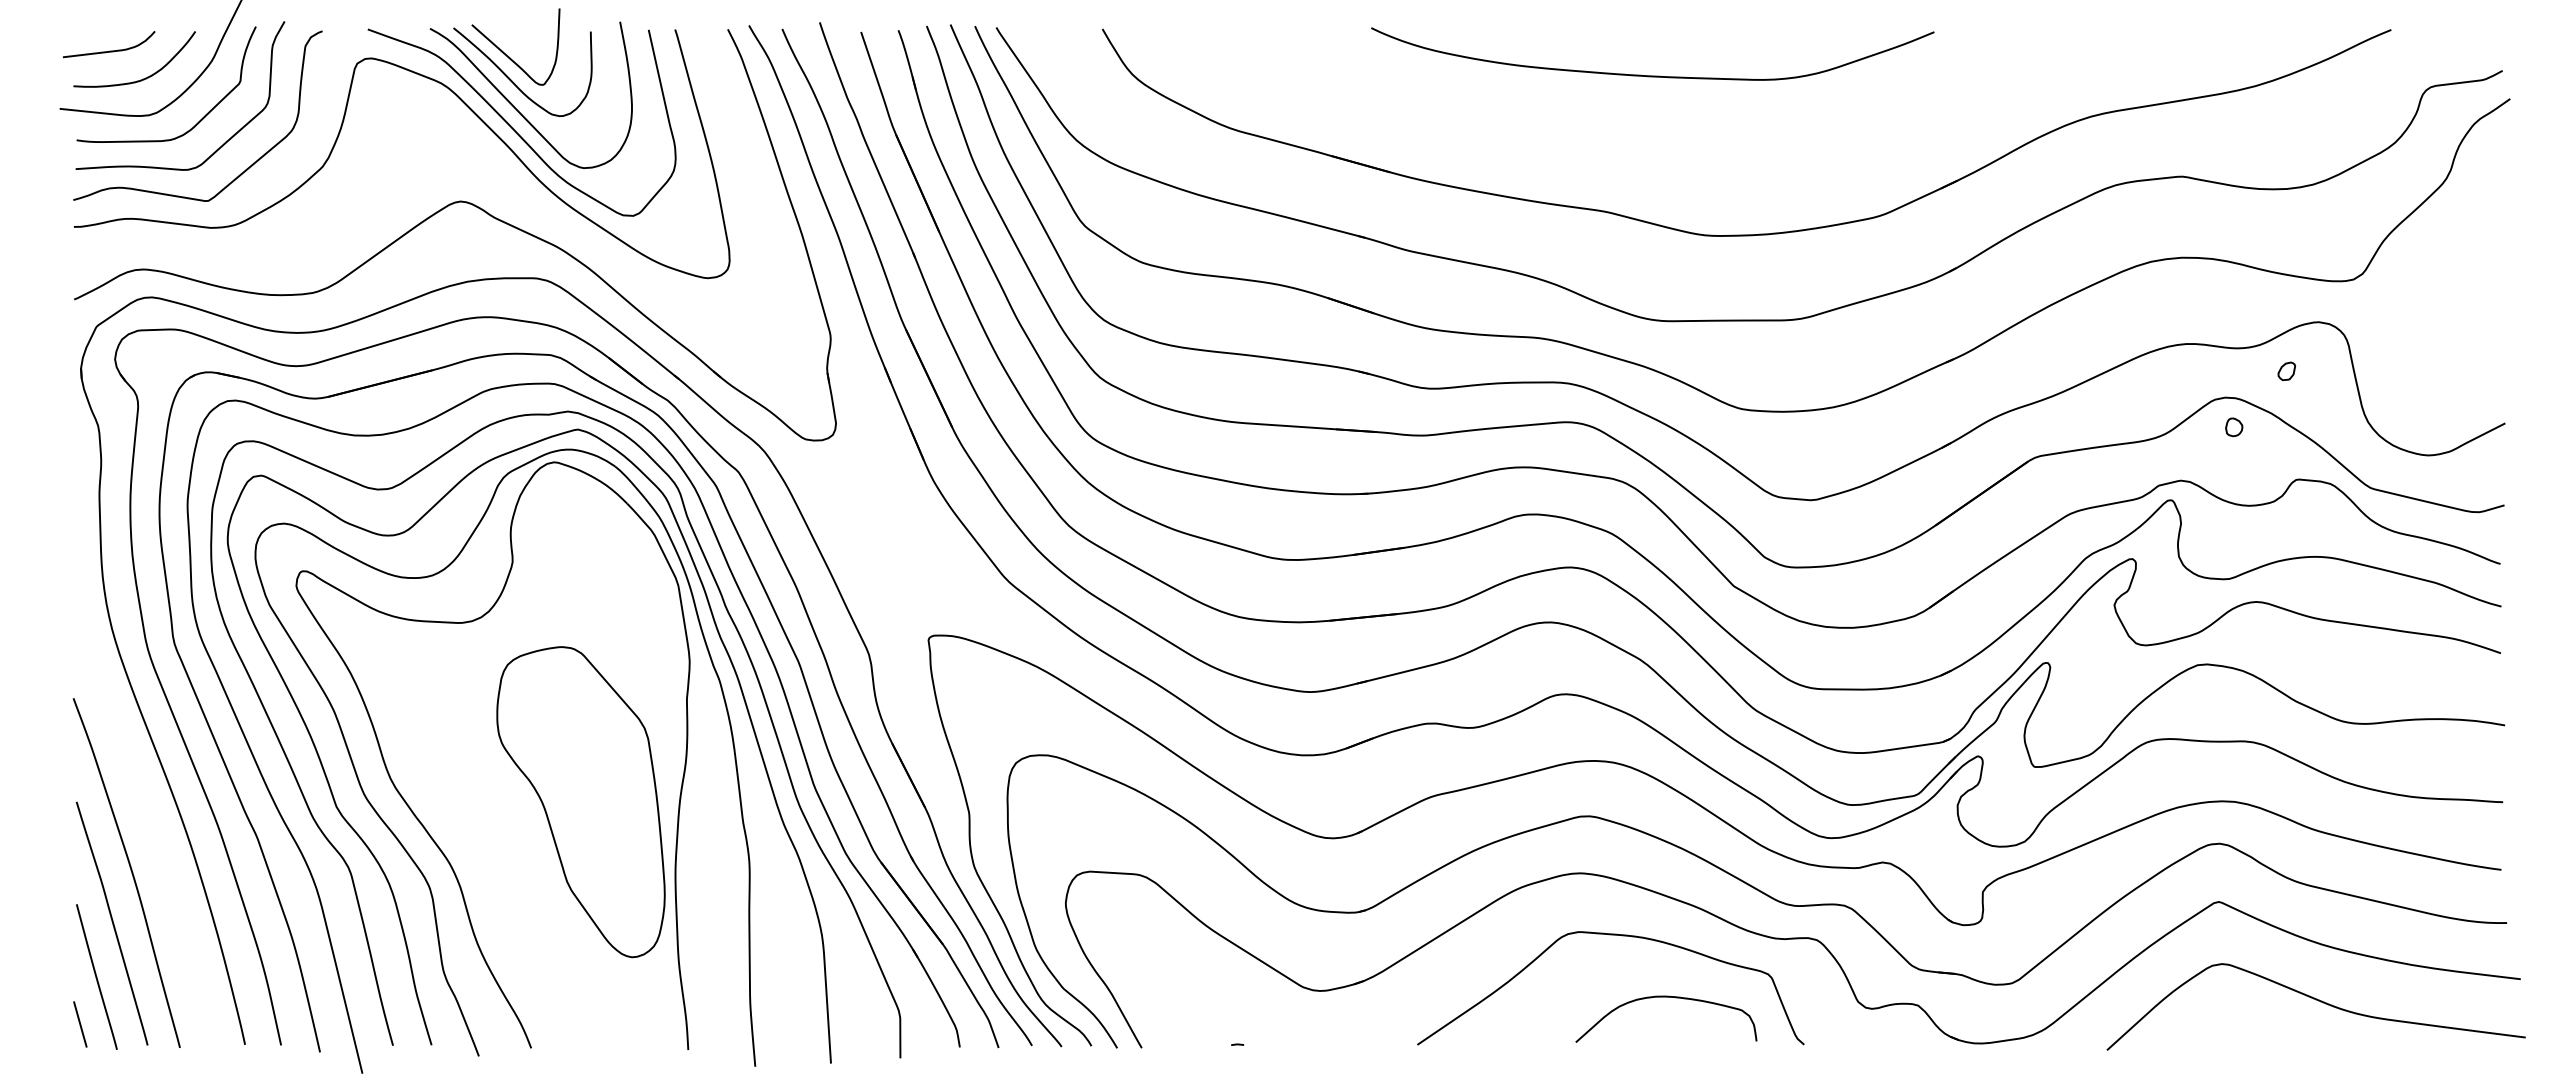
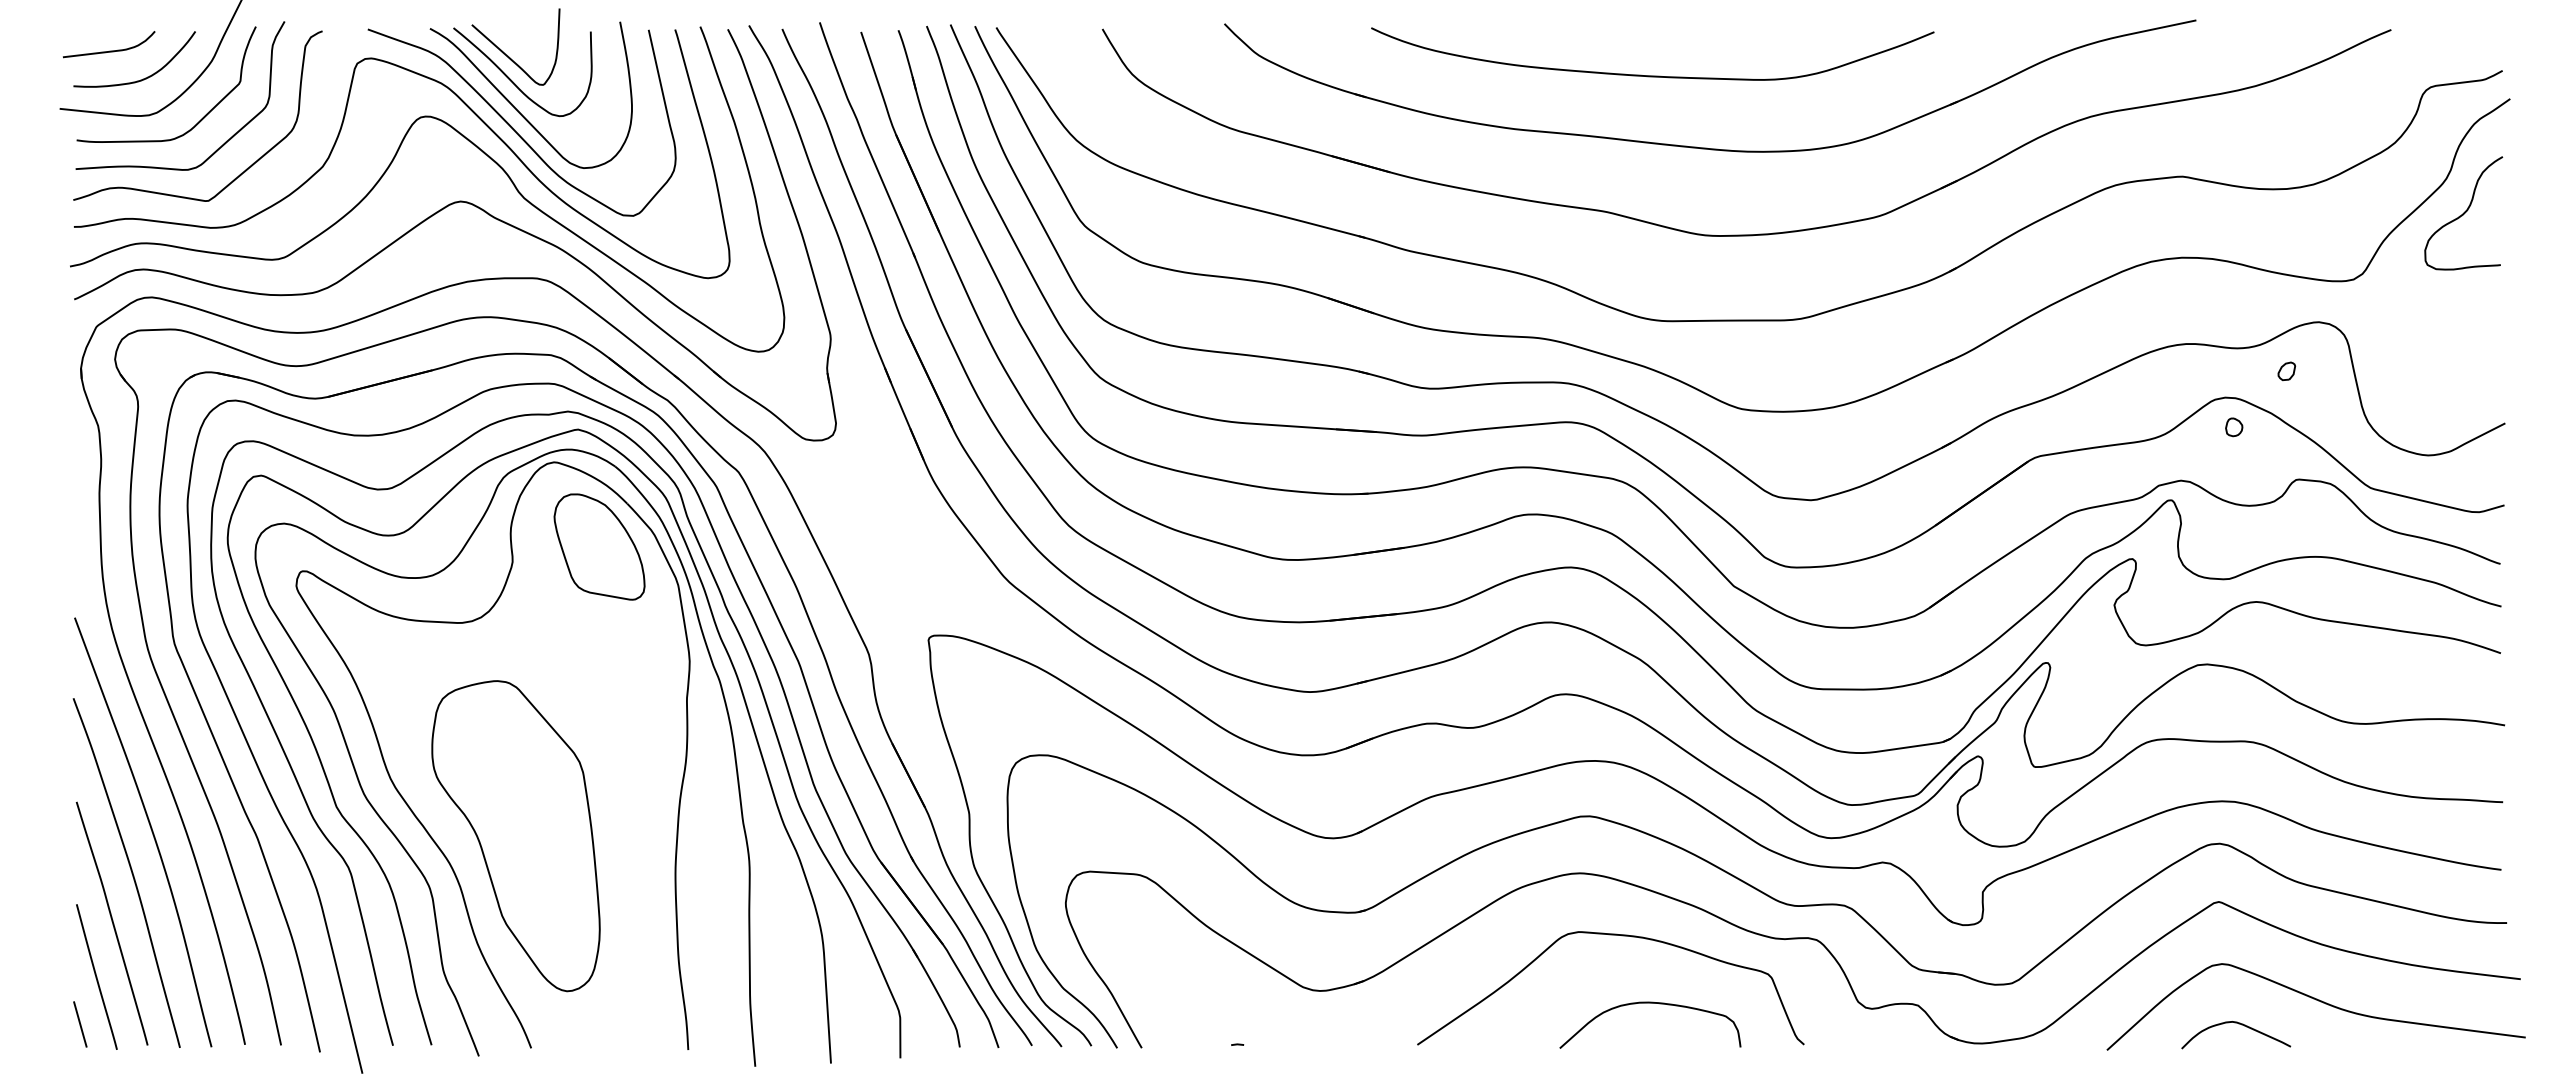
part at (1707, 147): none -> present
curve at (390, 166): none -> present
curve at (2463, 213): none -> present
part at (599, 546): none -> present
part at (580, 802) position: (580, 802) -> (515, 836)
curve at (150, 829): none -> present
curve at (1666, 997) position: (1666, 997) -> (1650, 1003)
curve at (2238, 1024): none -> present
